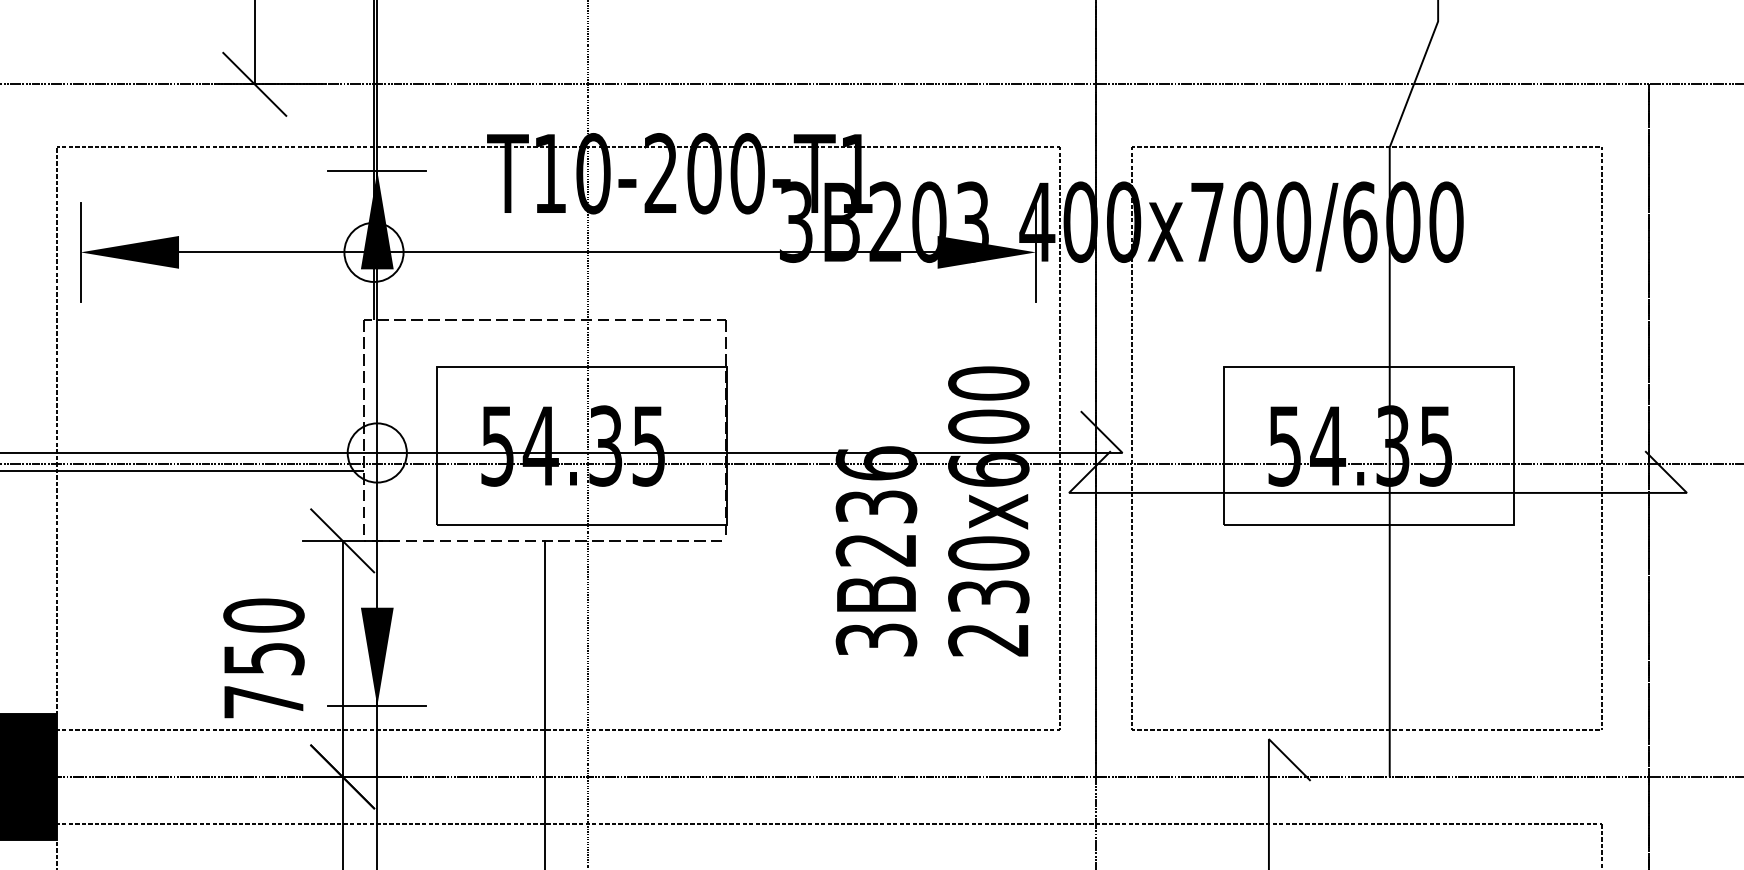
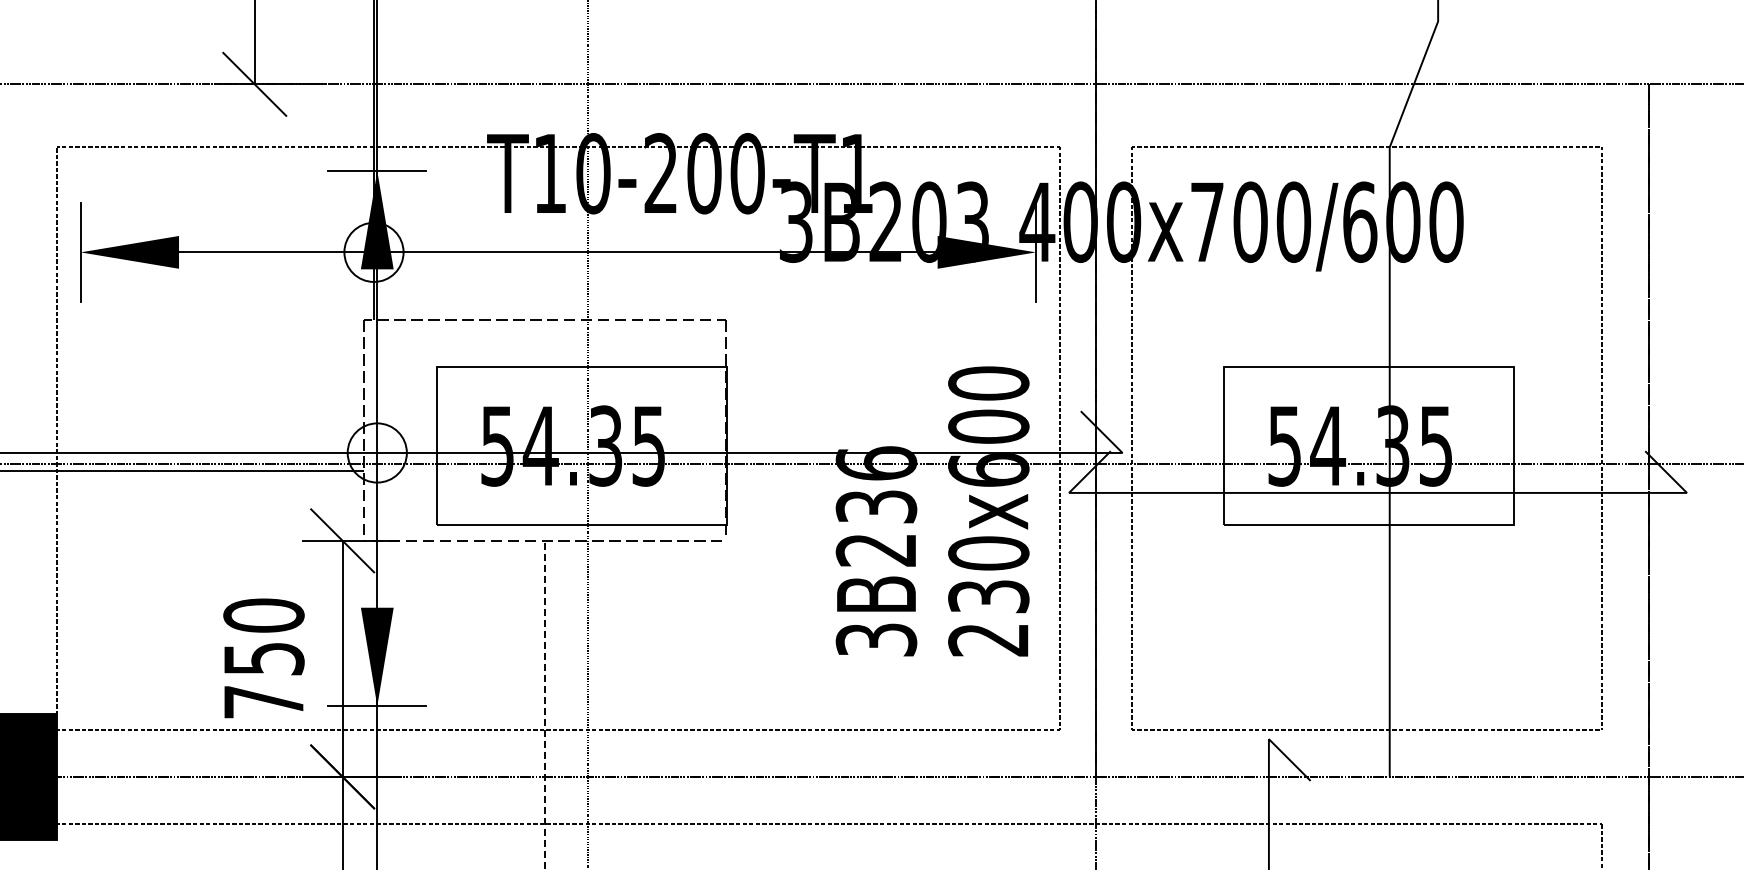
line at (544, 704): solid -> dashed
line at (57, 852): present -> none
